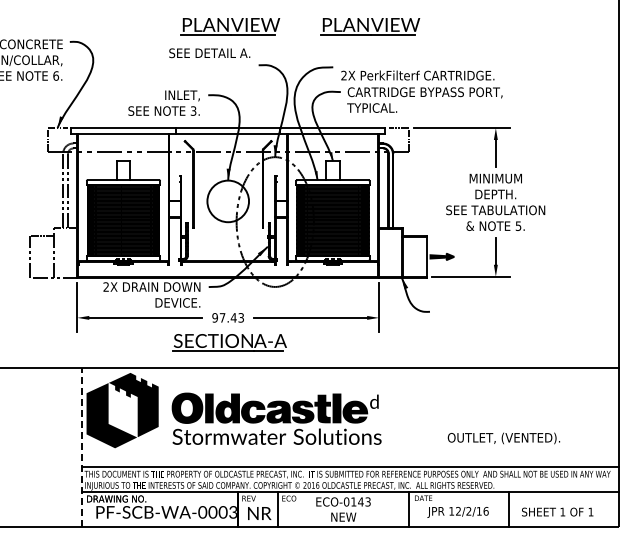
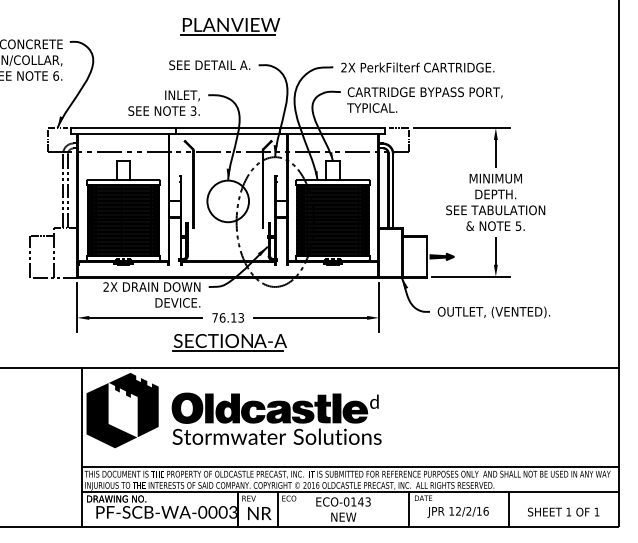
part at (370, 26): present -> none
text at (209, 53) position: (209, 53) -> (209, 65)
text at (417, 75) position: (417, 75) -> (417, 67)
text at (224, 317): 97.43 -> 76.13
text at (503, 438) position: (503, 438) -> (493, 312)
line at (81, 446): dashed -> solid
text at (557, 511) position: (557, 511) -> (563, 511)
